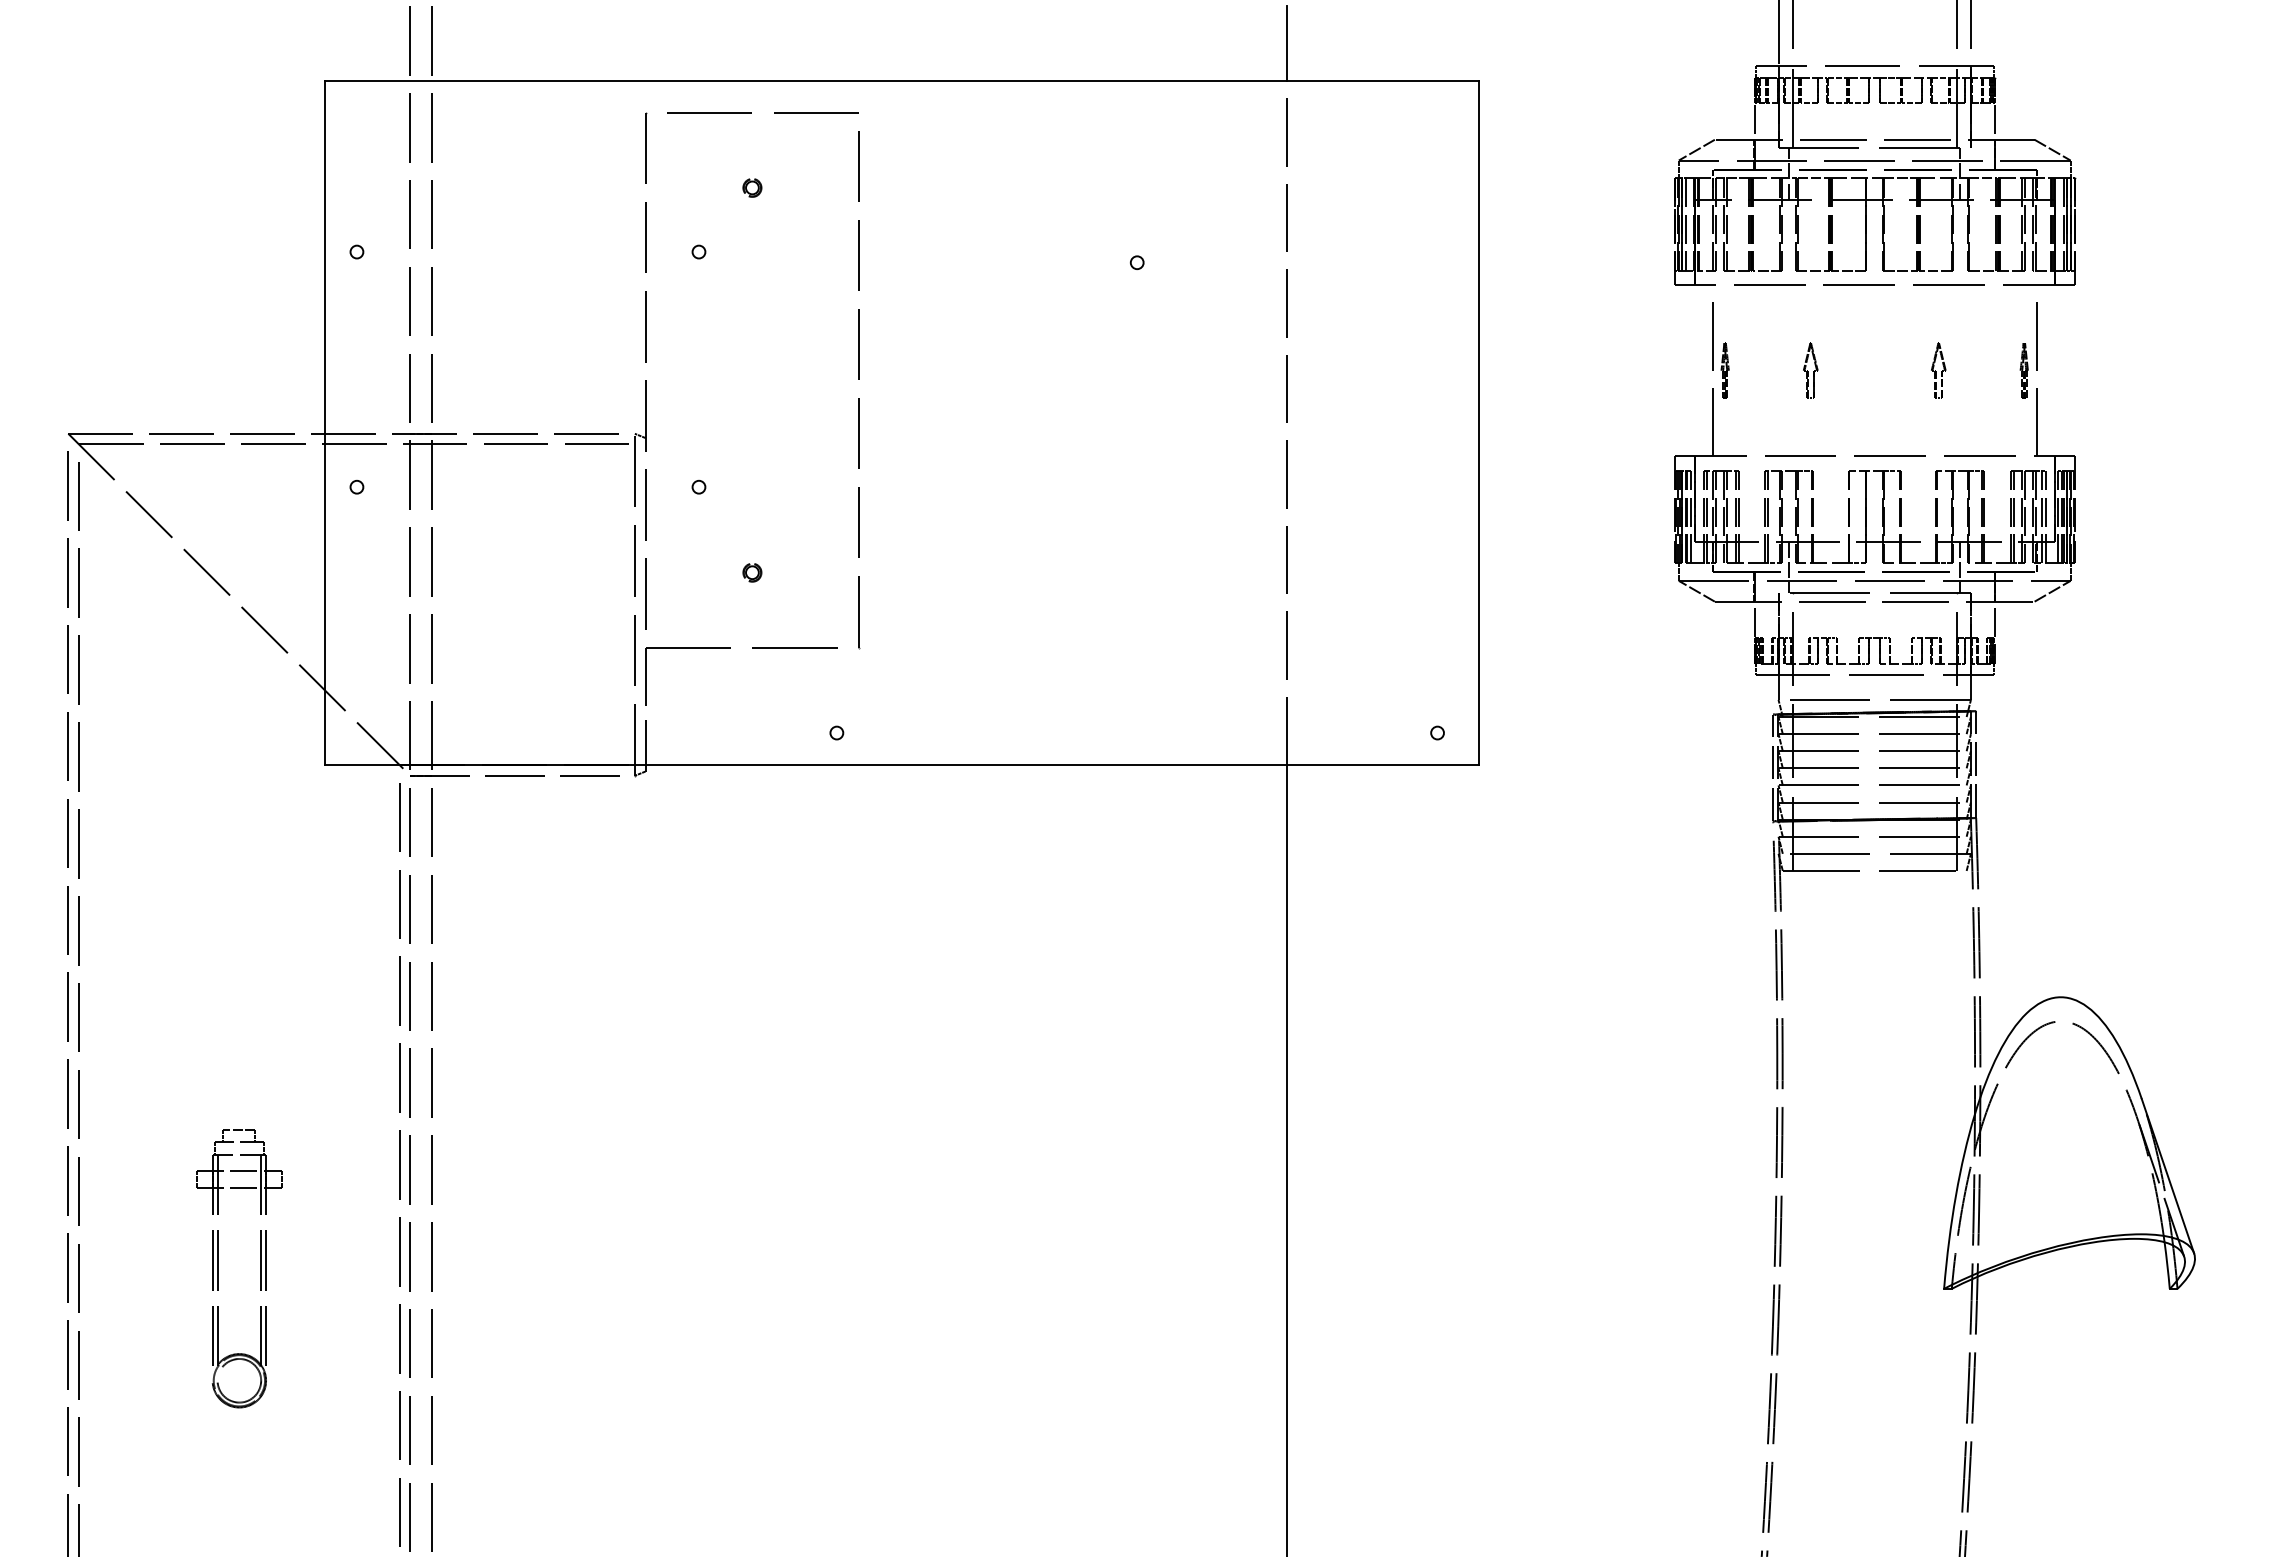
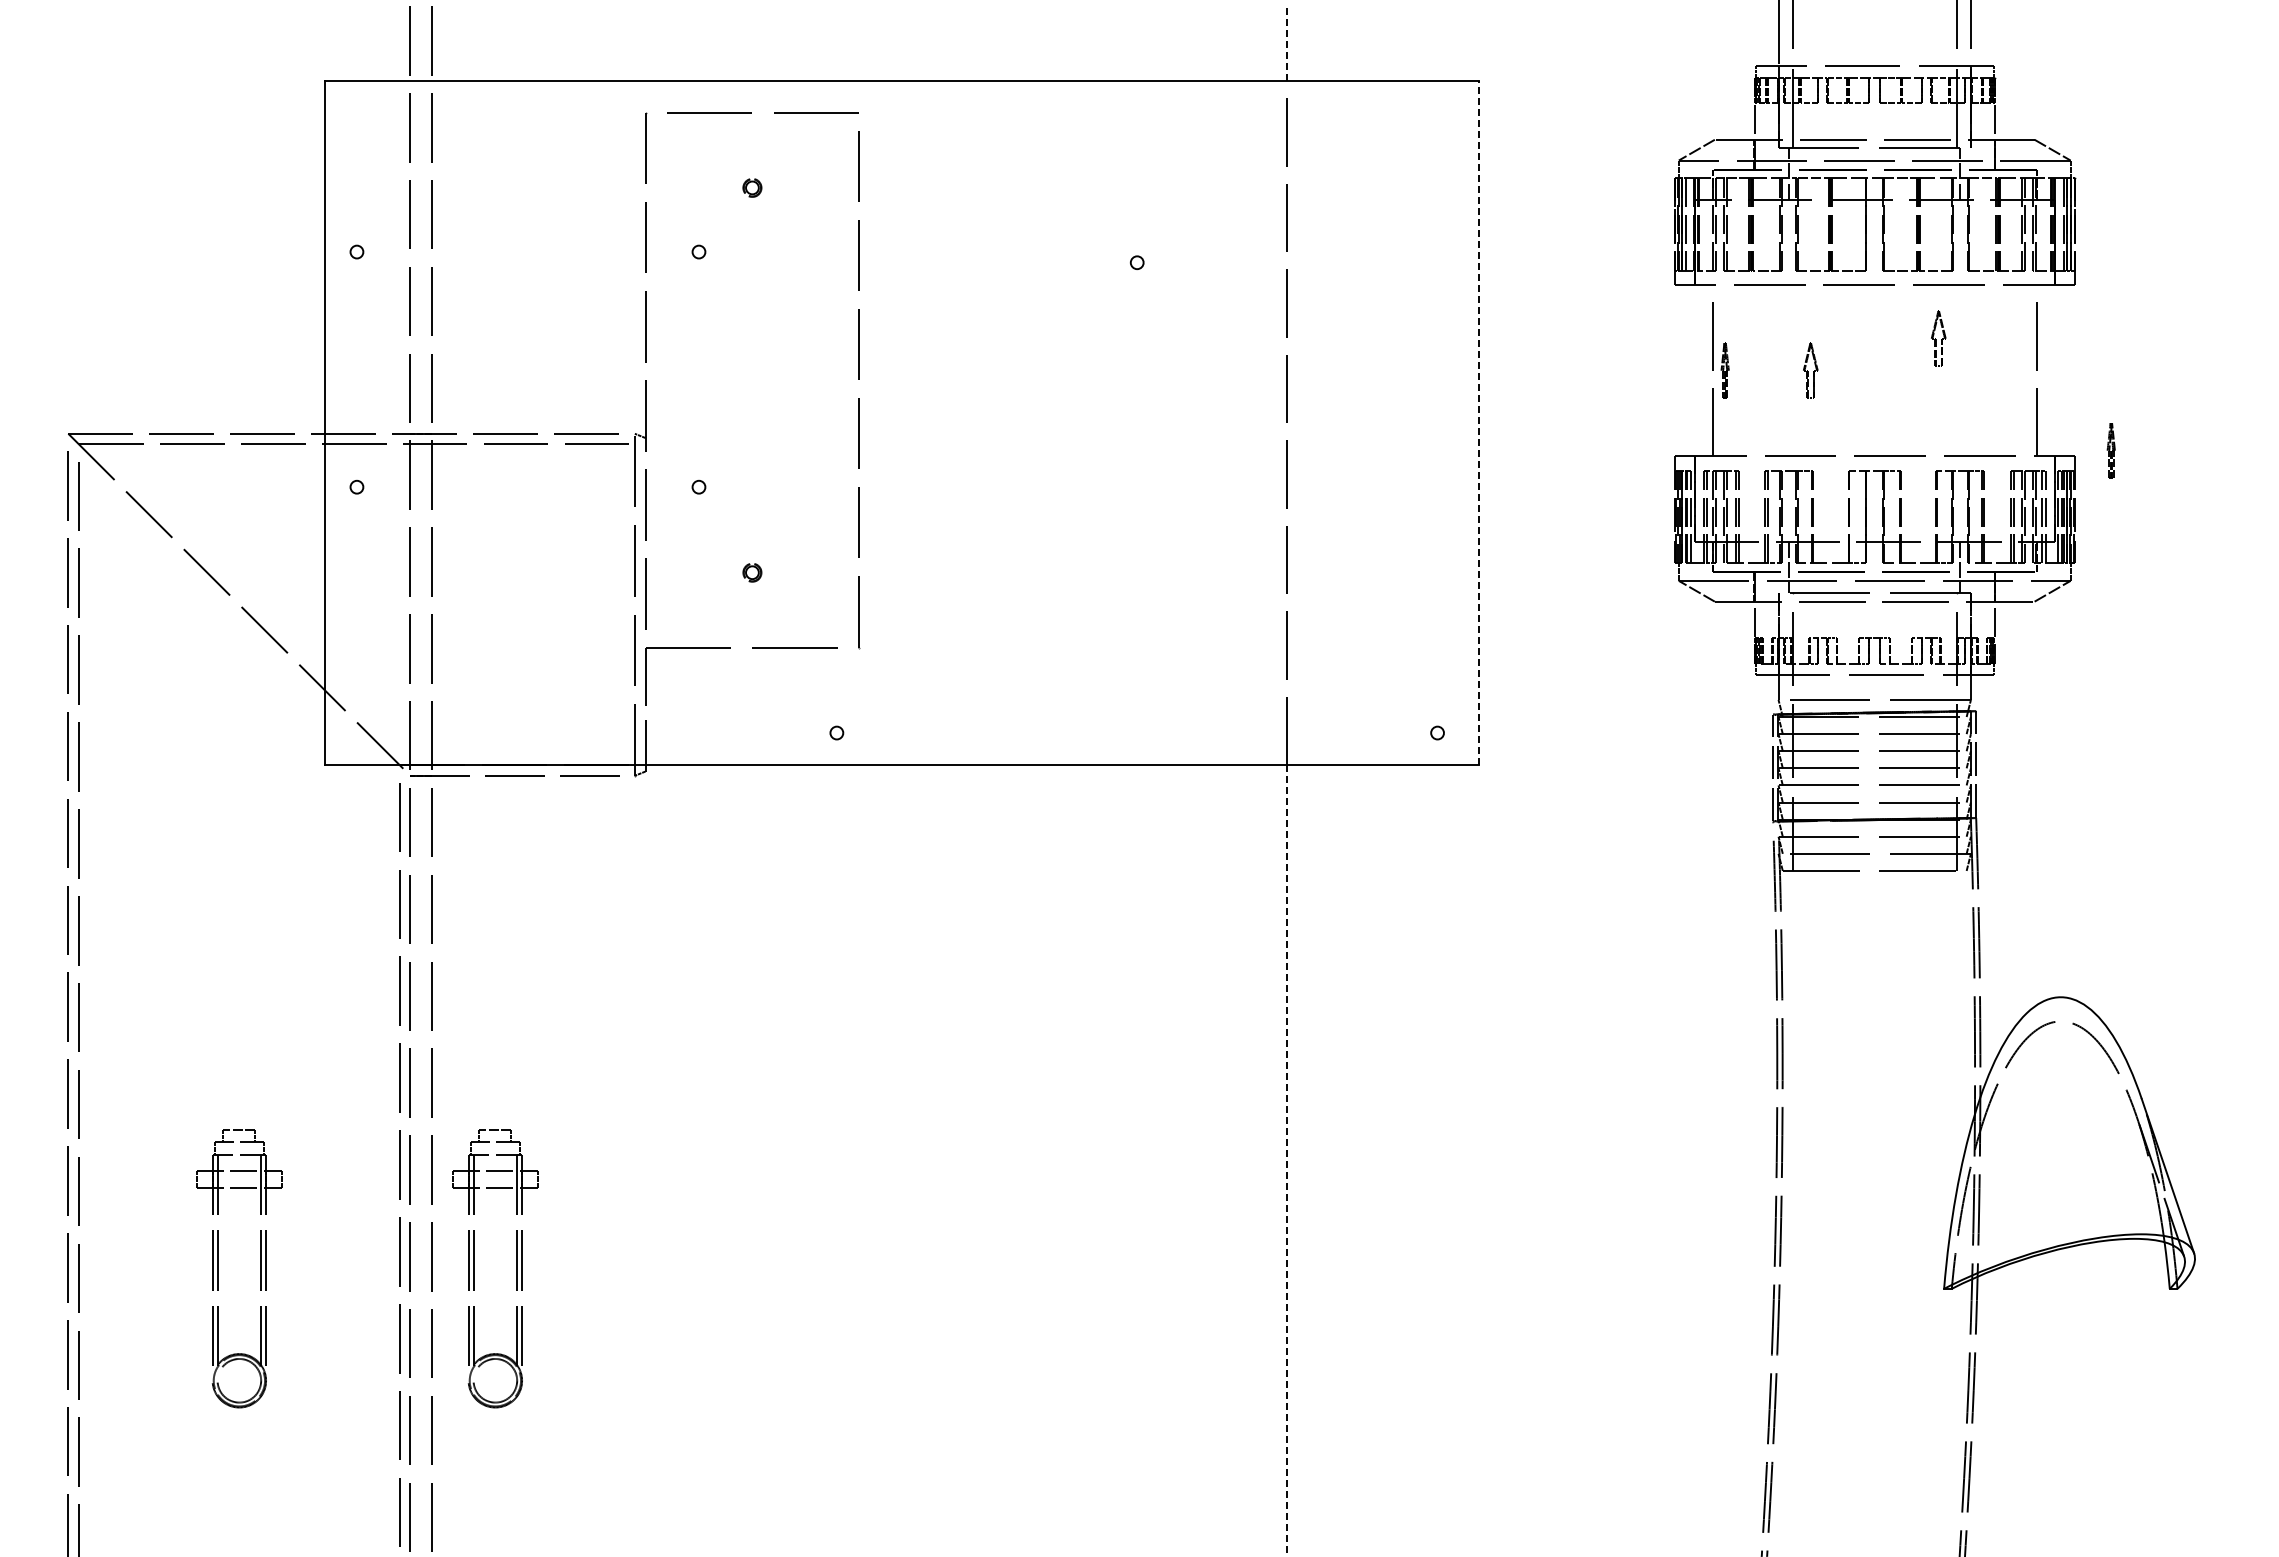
line at (1286, 43): solid -> dashed
part at (1938, 370) position: (1938, 370) -> (1938, 338)
part at (2023, 370) position: (2023, 370) -> (2110, 450)
line at (1479, 422): solid -> dashed
line at (1286, 1160): solid -> dashed
part at (474, 1268): none -> present
